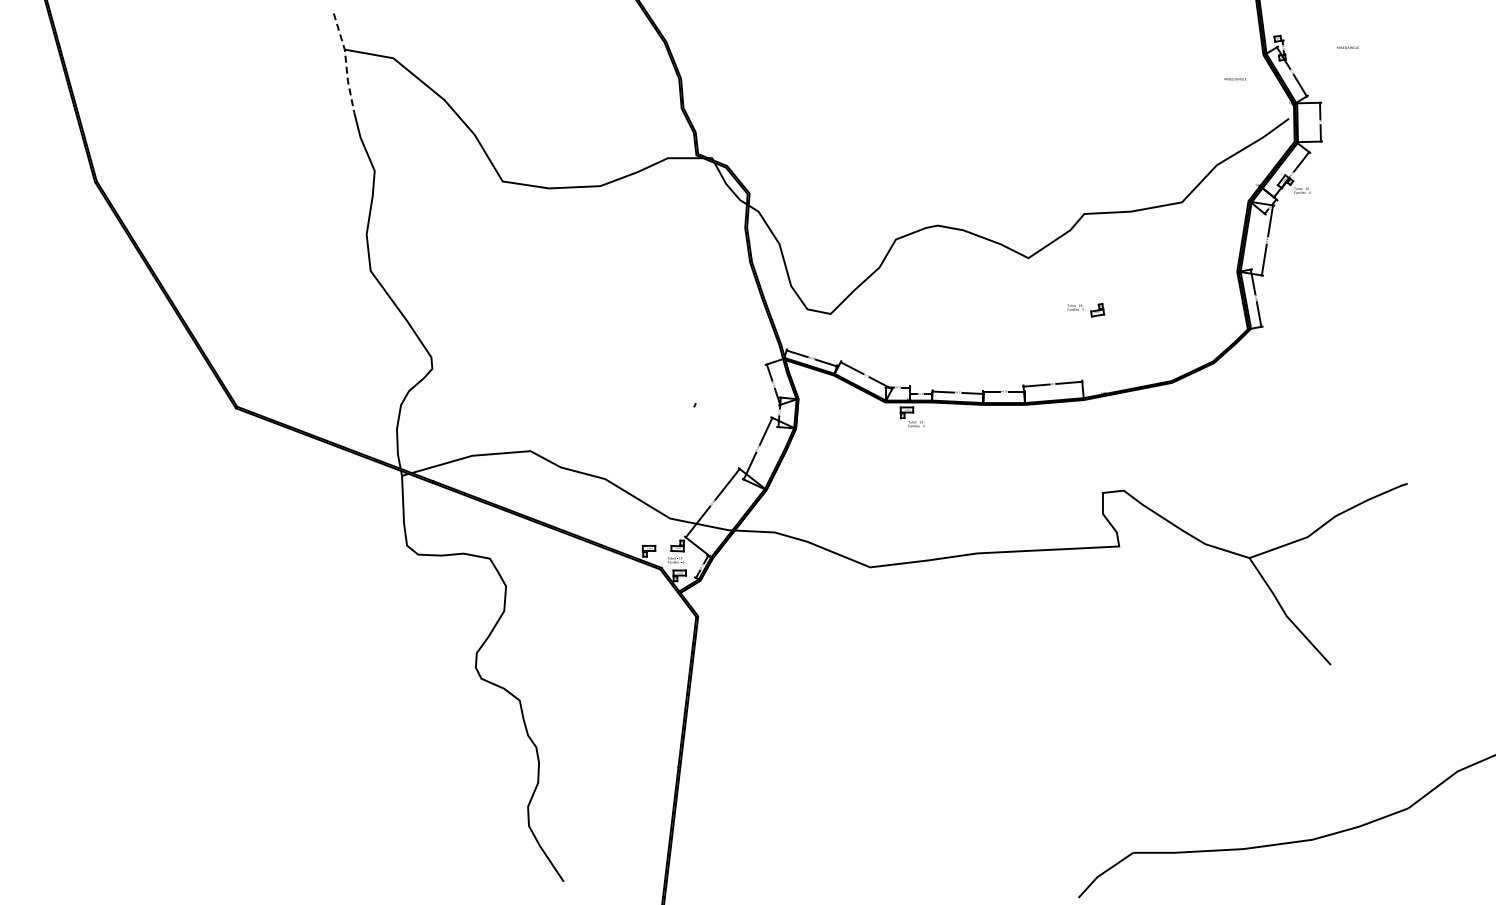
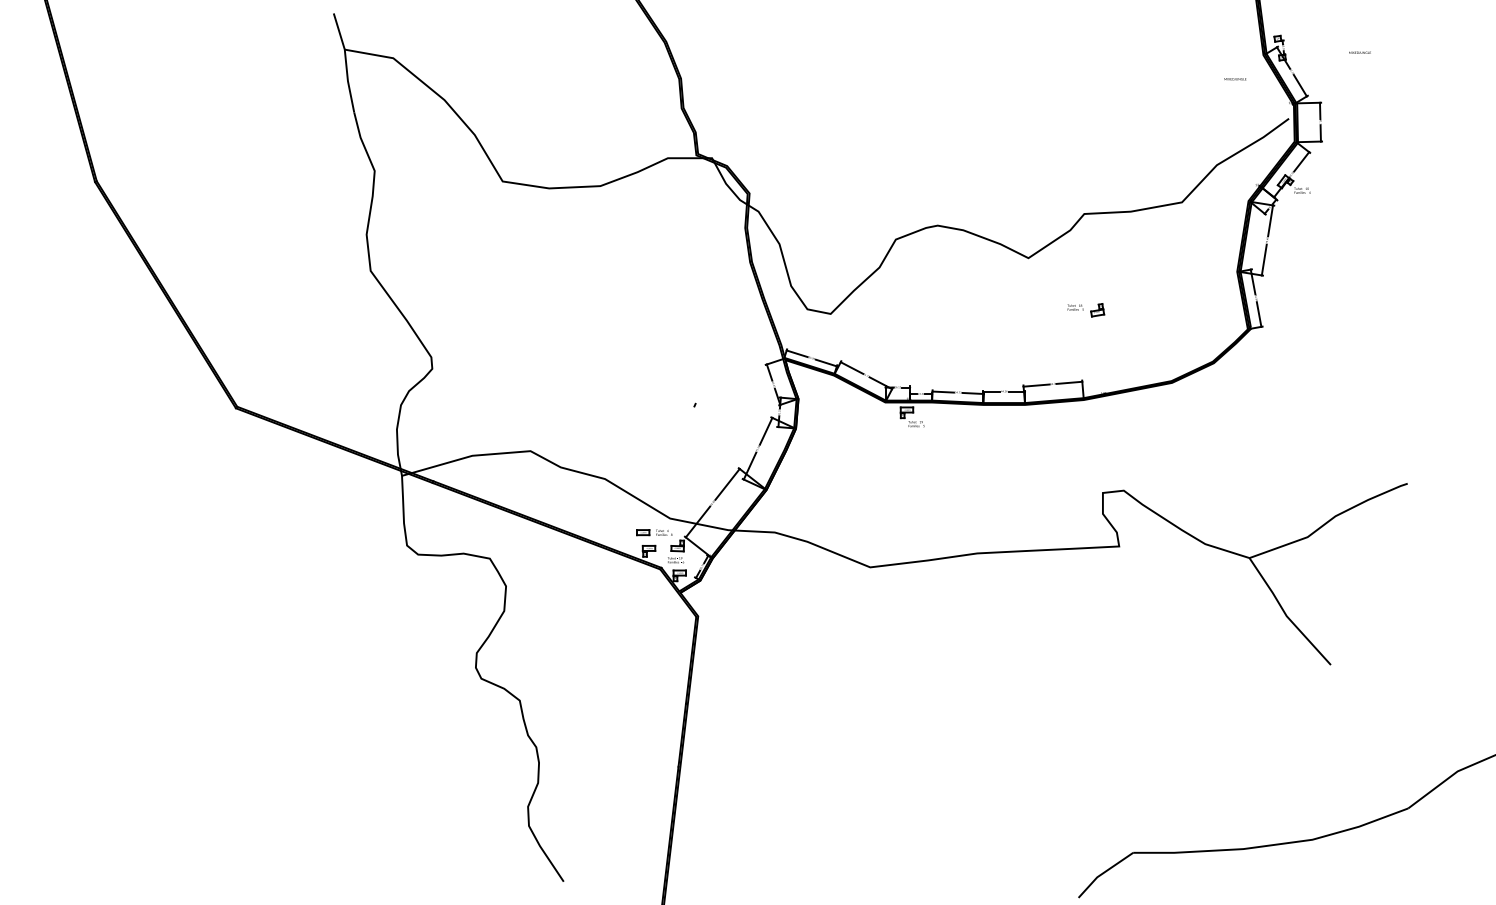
text at (1347, 47) position: (1347, 47) -> (1359, 52)
line at (346, 63): dashed -> solid
part at (654, 532): none -> present
